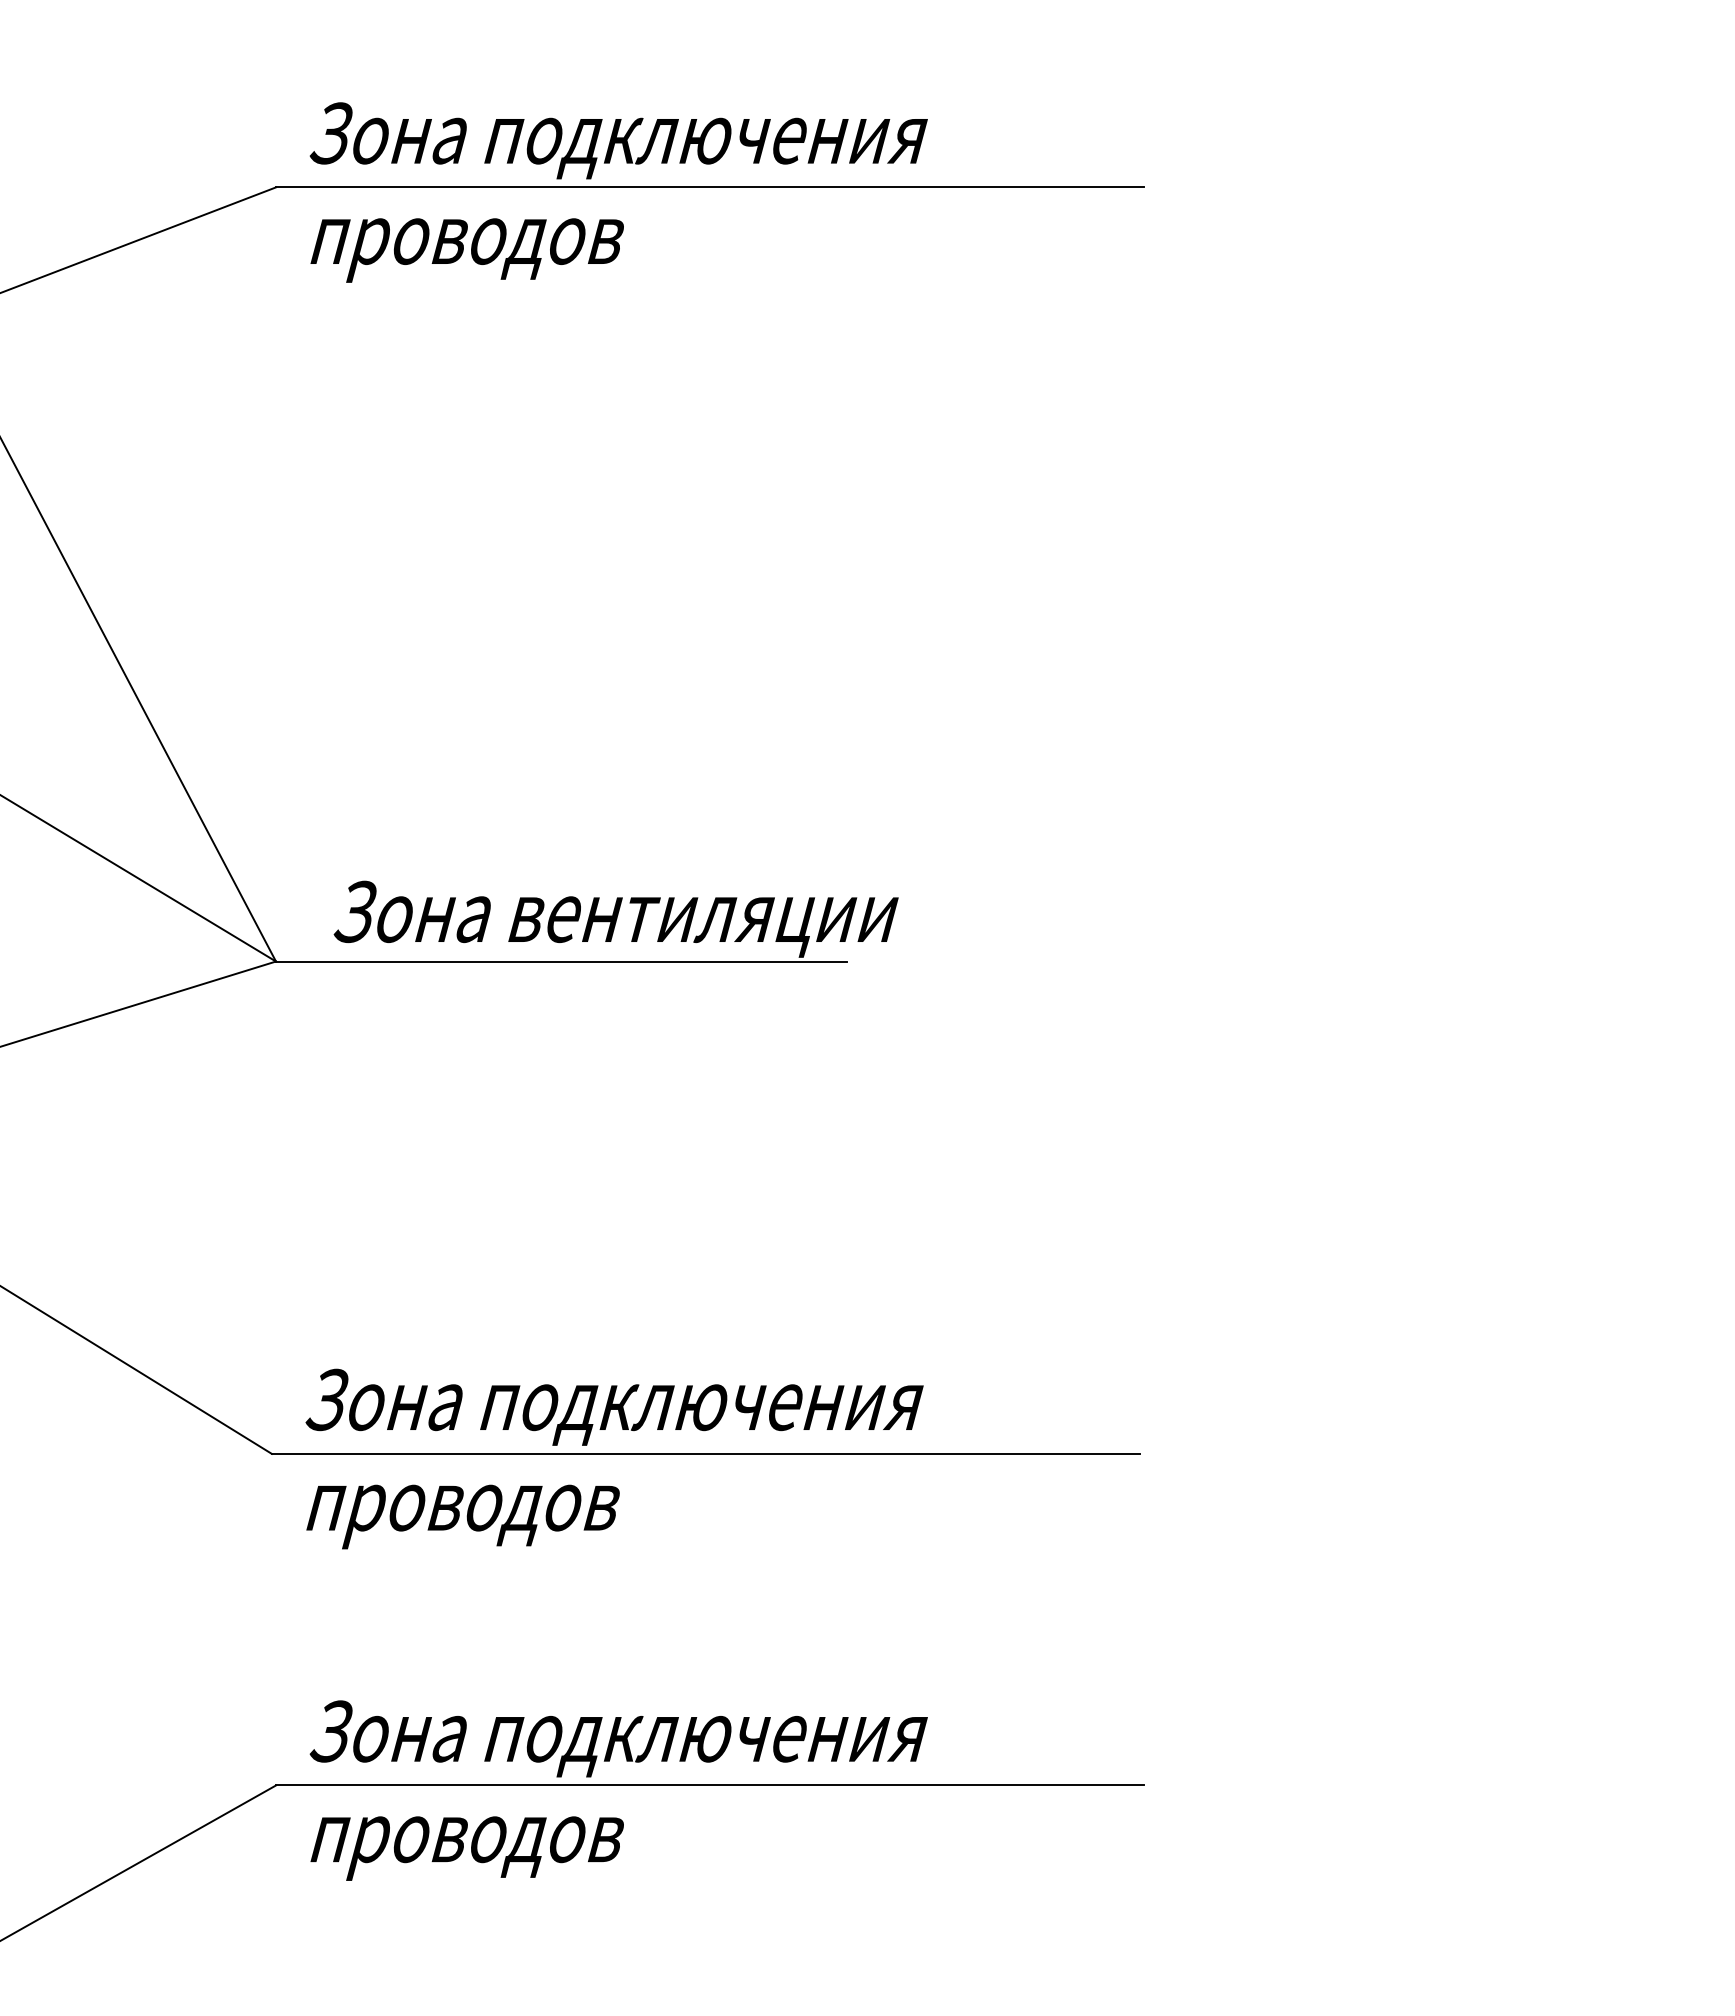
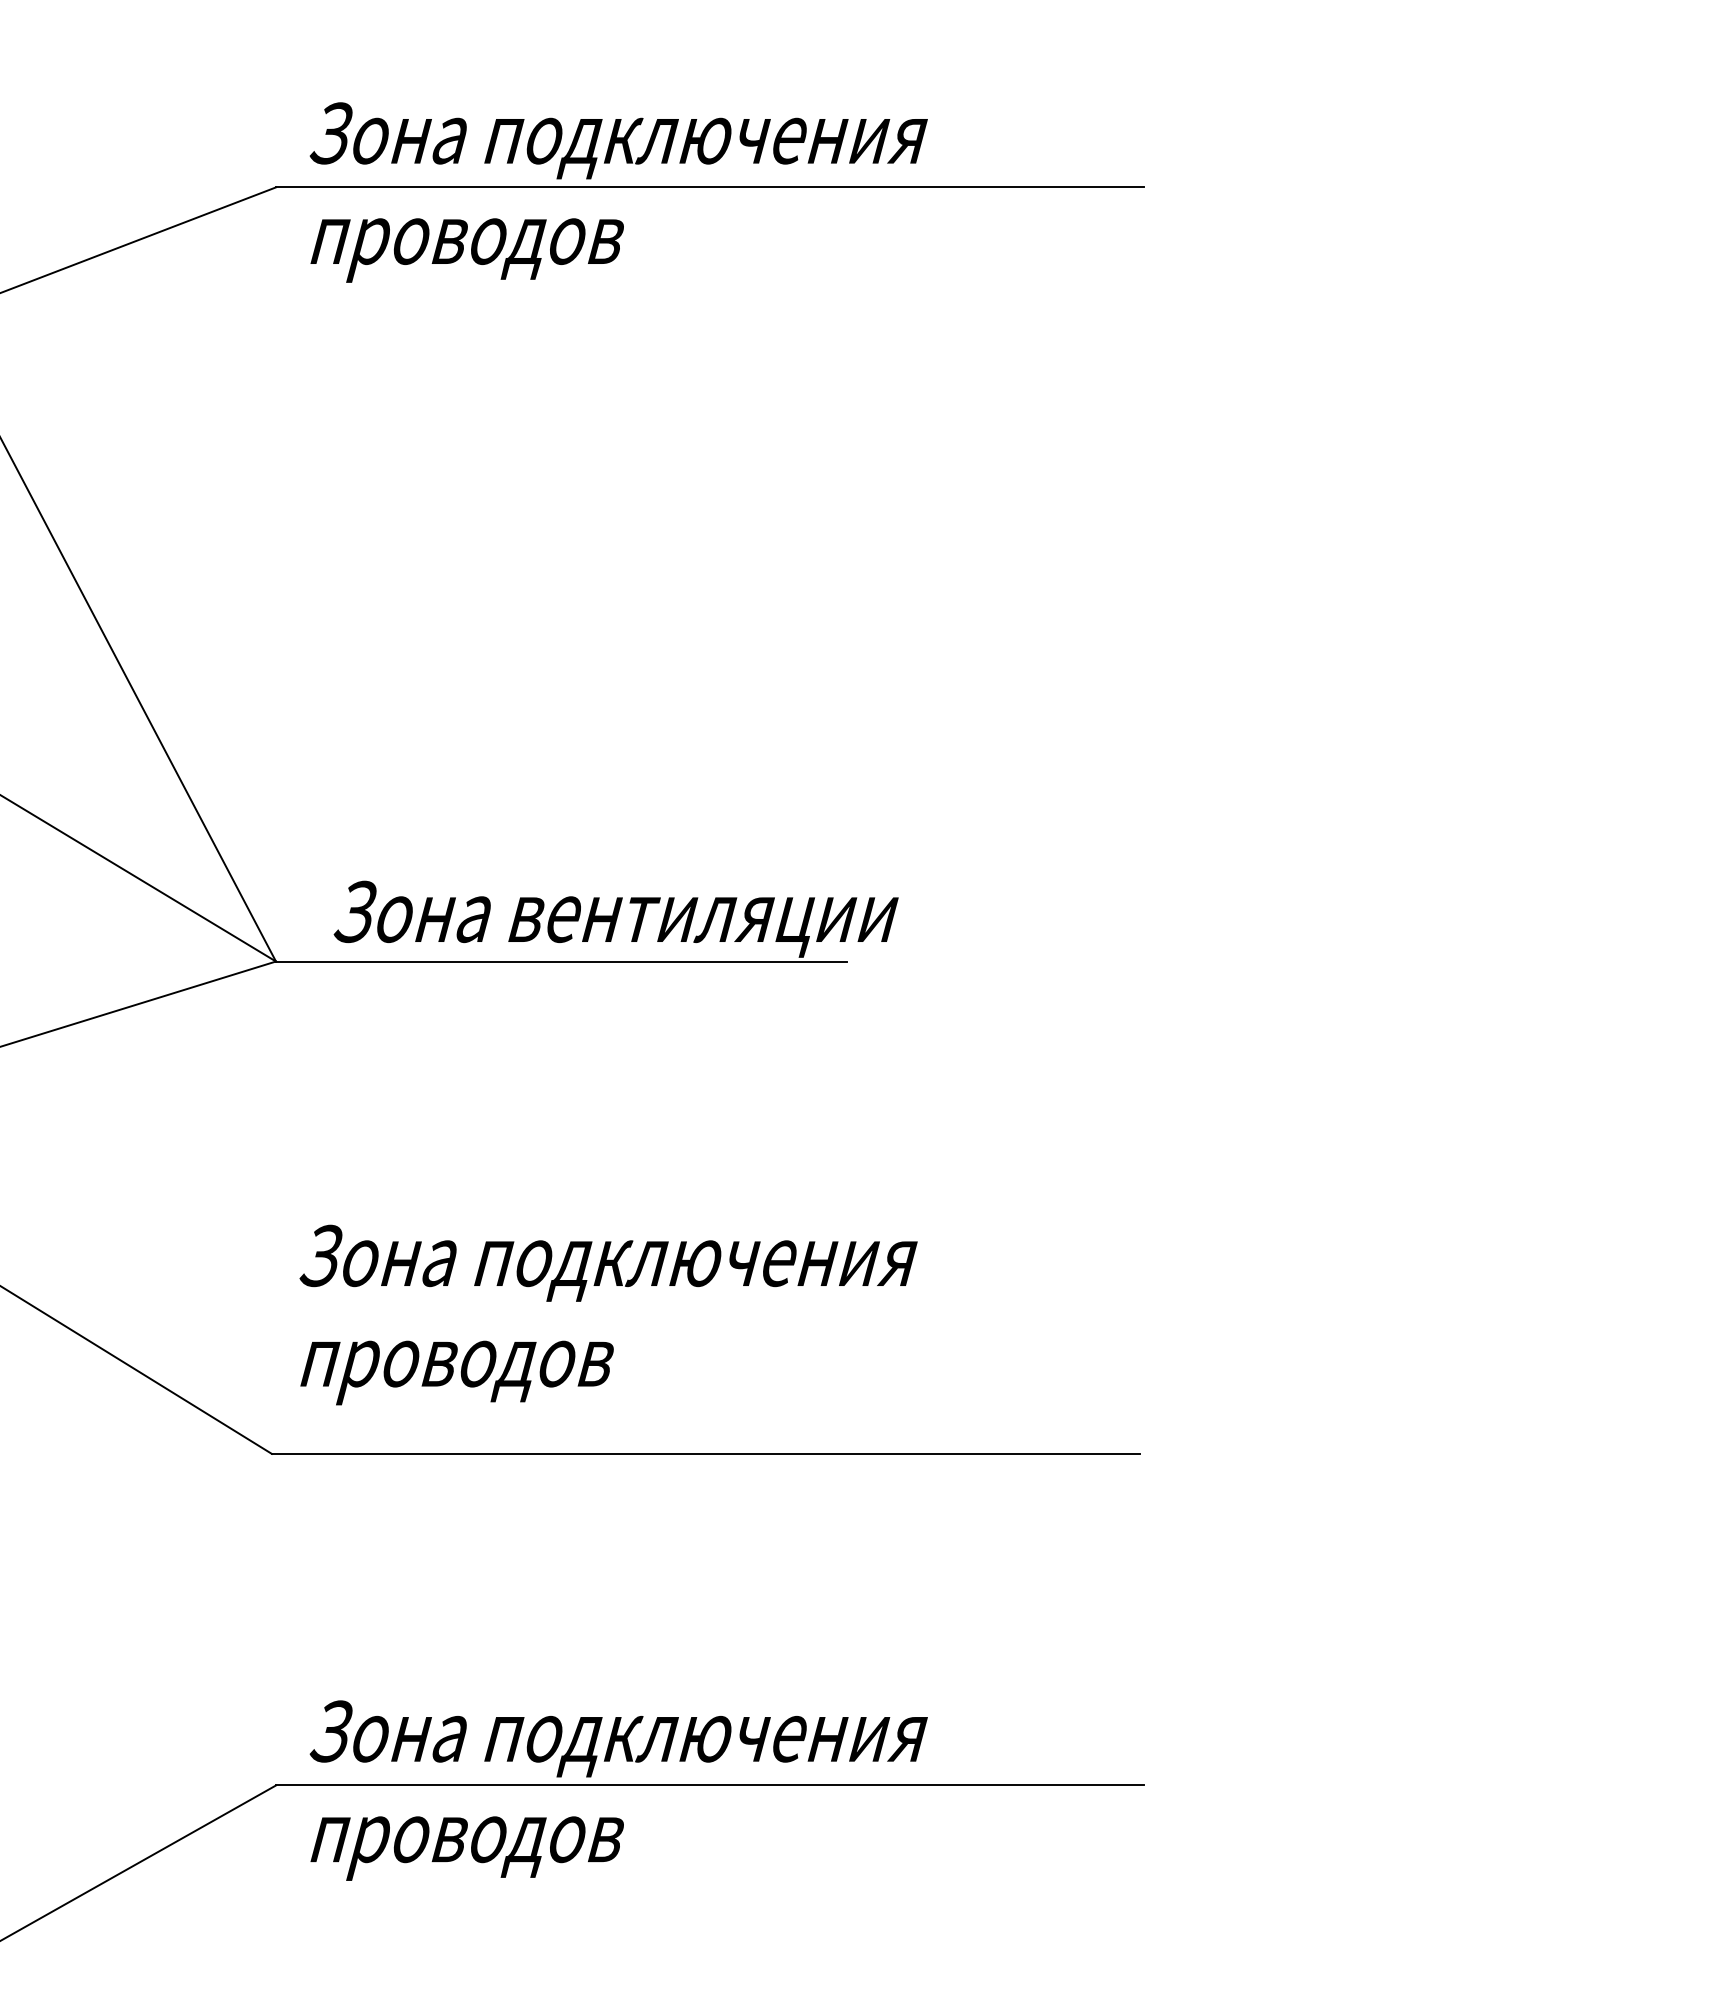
text at (614, 1458) position: (614, 1458) -> (608, 1314)
